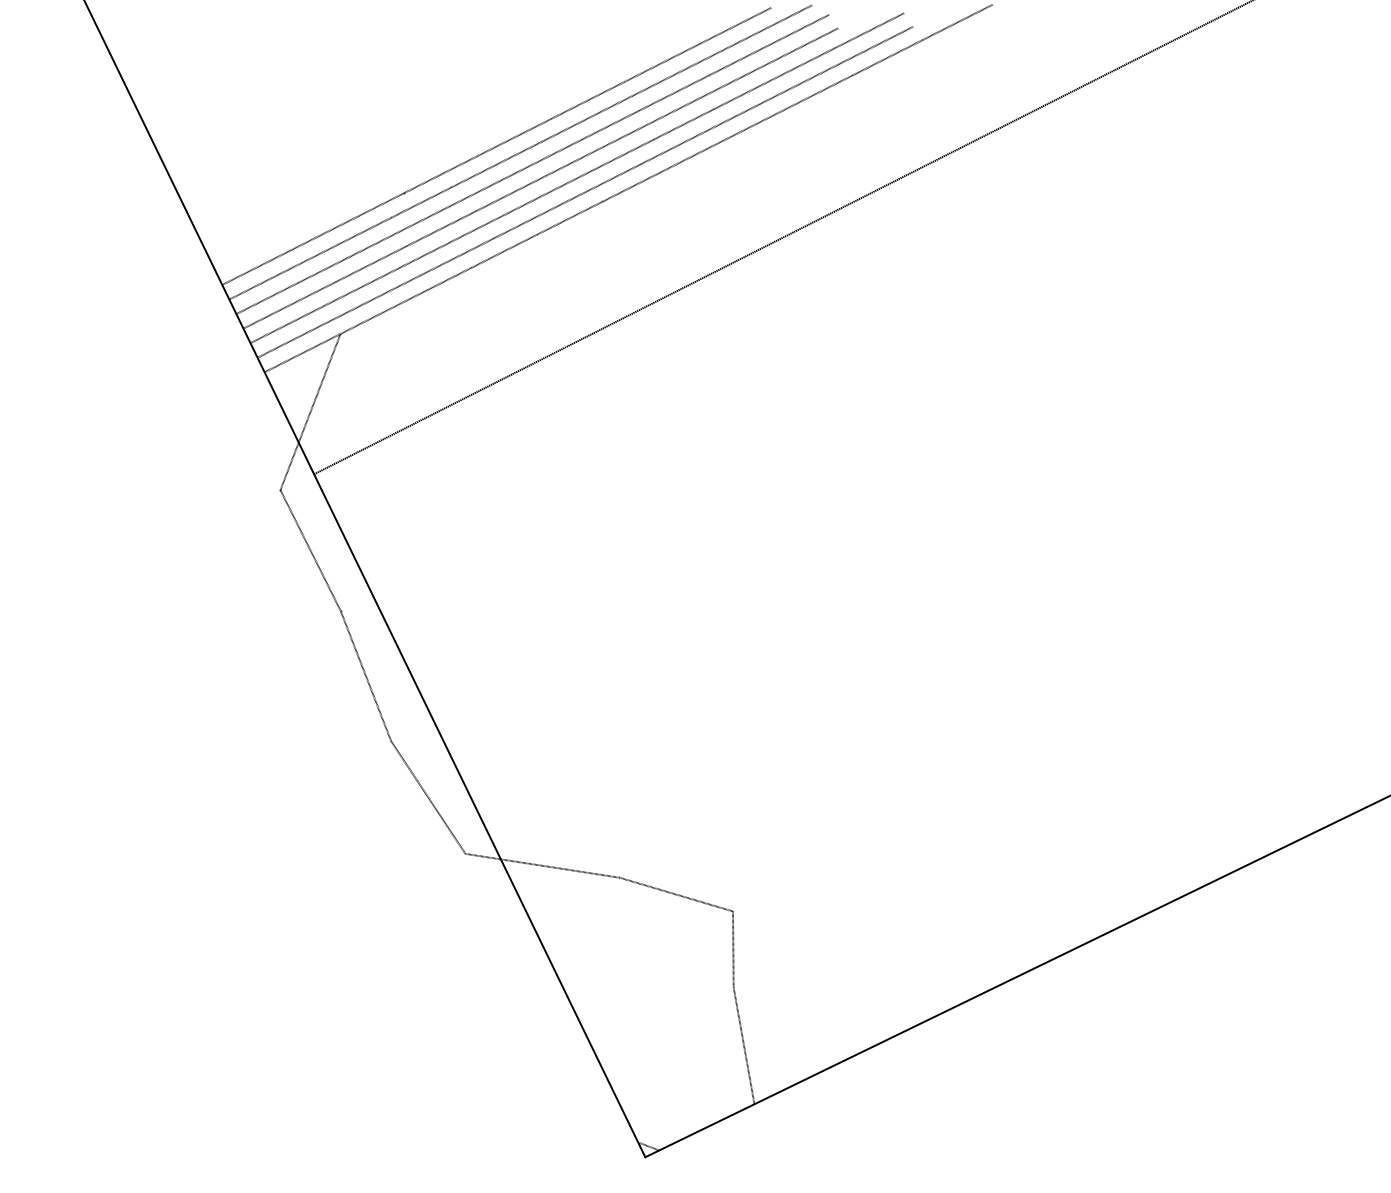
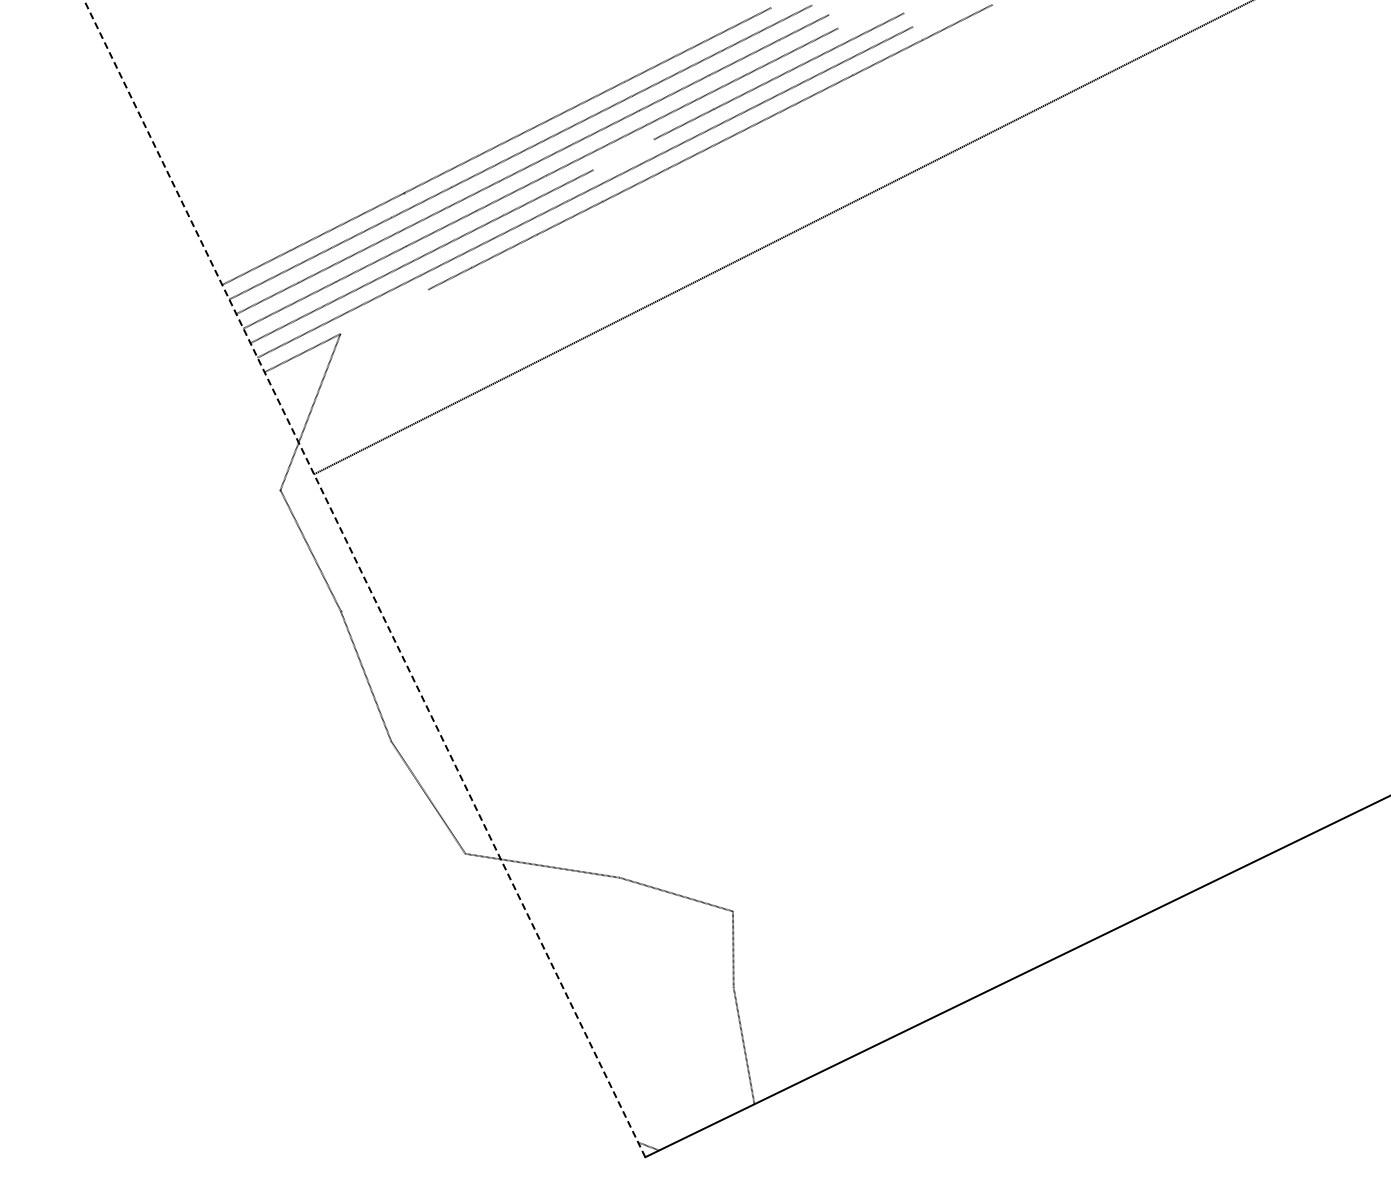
line at (623, 154): present -> none
line at (384, 311): present -> none
line at (364, 578): solid -> dashed
